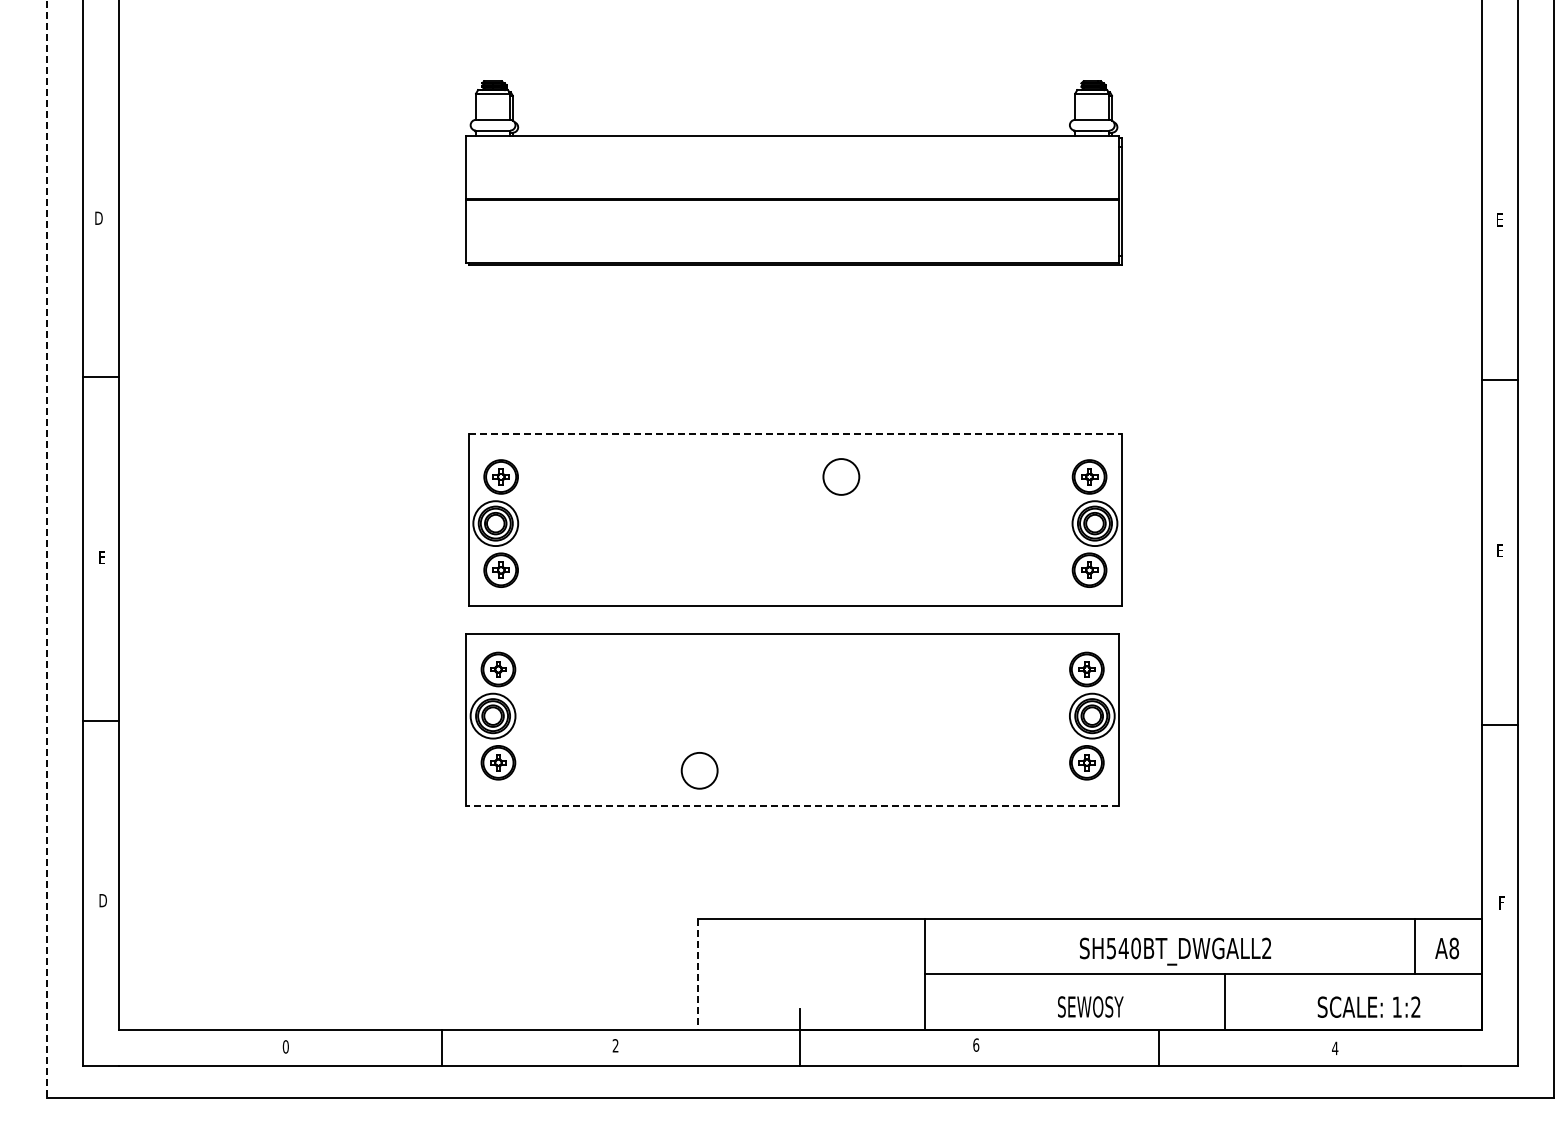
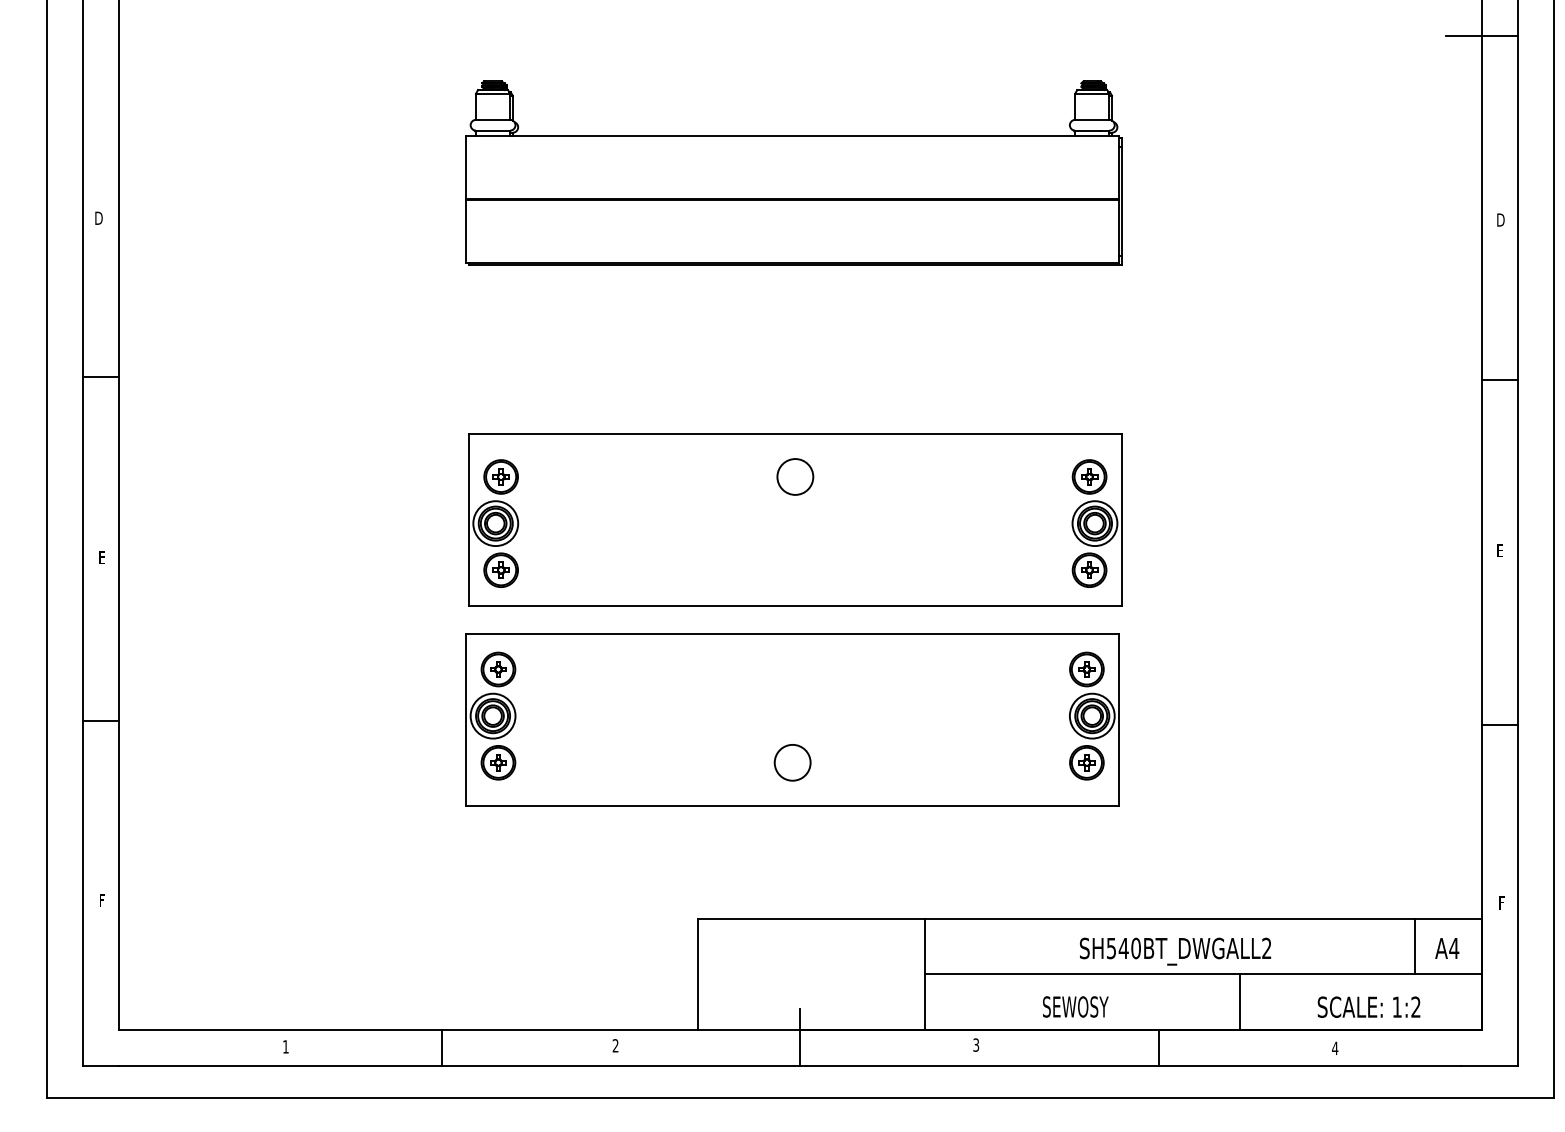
line at (1482, 35): none -> present
text at (1500, 219): E -> D
line at (795, 433): dashed -> solid
circle at (841, 476) position: (841, 476) -> (795, 476)
line at (46, 549): dashed -> solid
circle at (699, 770) position: (699, 770) -> (792, 762)
line at (792, 805): dashed -> solid
text at (102, 900): D -> F
text at (1454, 948): A8 -> A4
line at (697, 974): dashed -> solid
line at (1225, 1001) position: (1225, 1001) -> (1240, 1001)
text at (1090, 1006) position: (1090, 1006) -> (1075, 1006)
text at (976, 1044): 6 -> 3
text at (285, 1046): 0 -> 1
